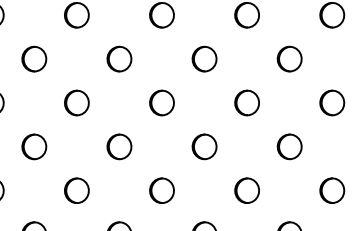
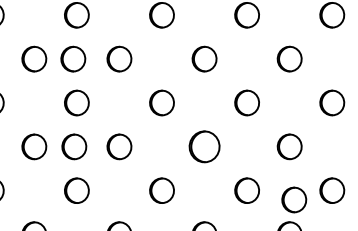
part at (73, 58): none -> present
part at (74, 146): none -> present
part at (204, 146) size: 27x28 px -> 33x34 px
part at (294, 199): none -> present
